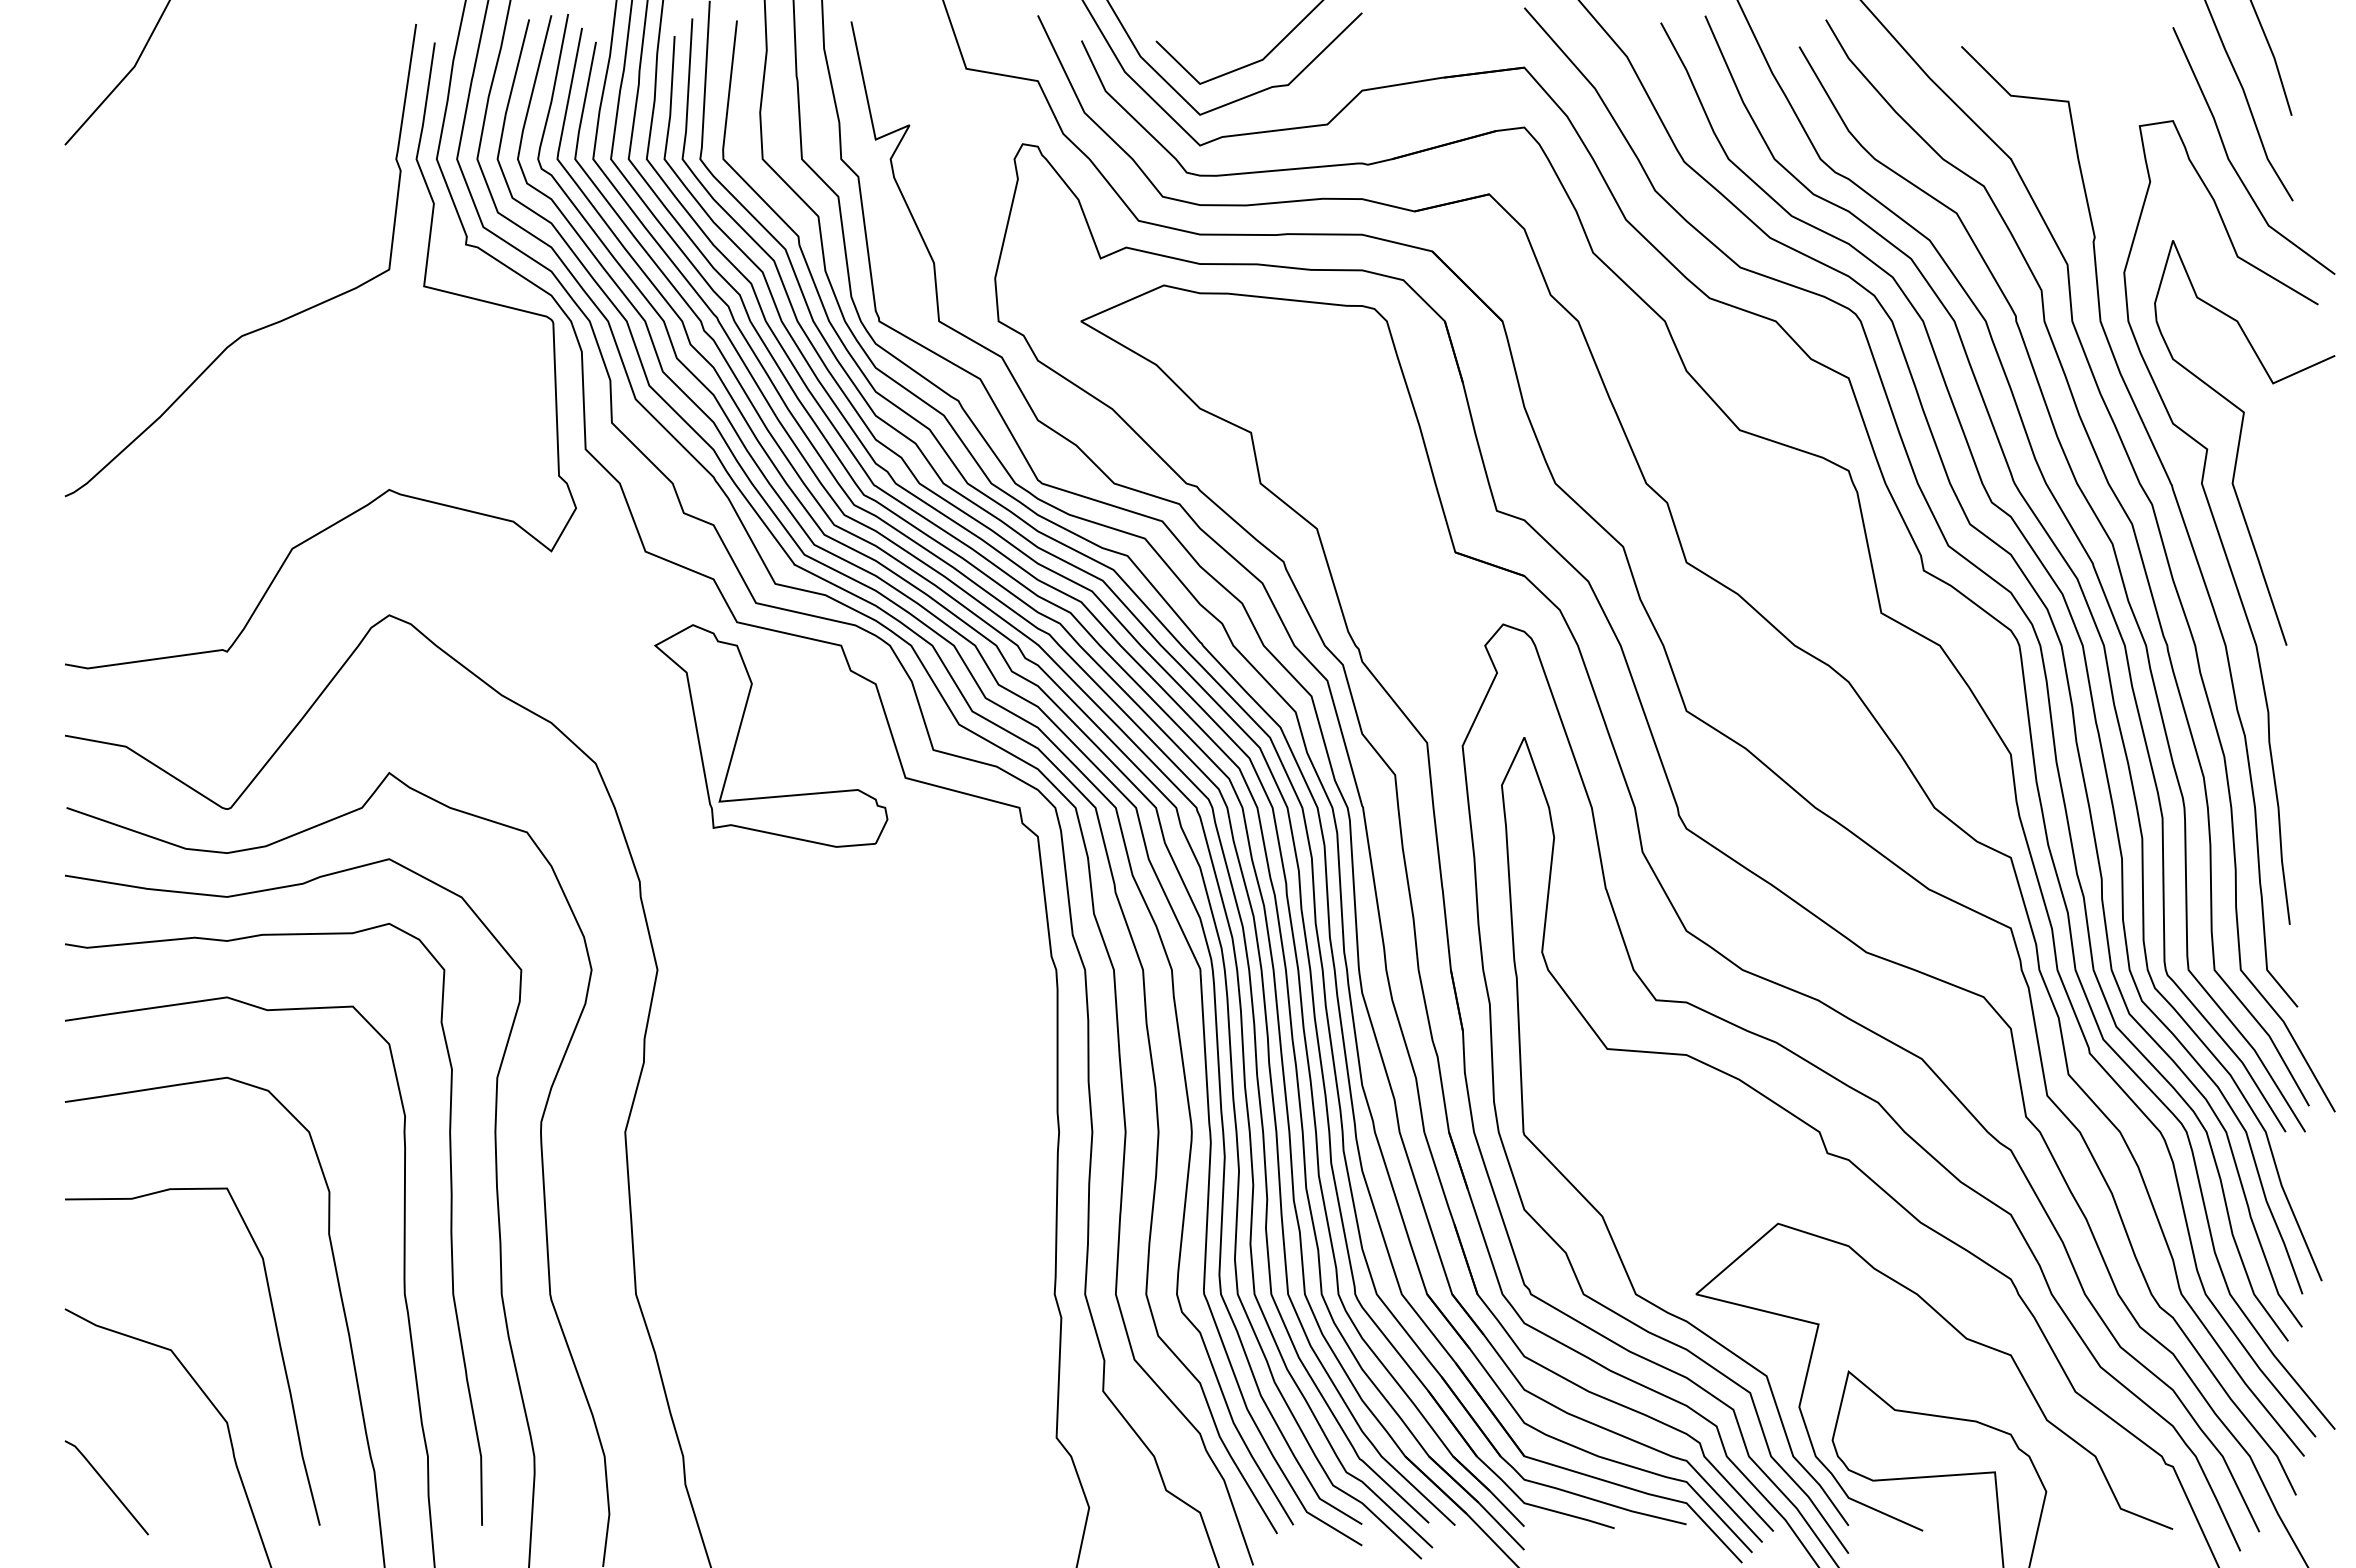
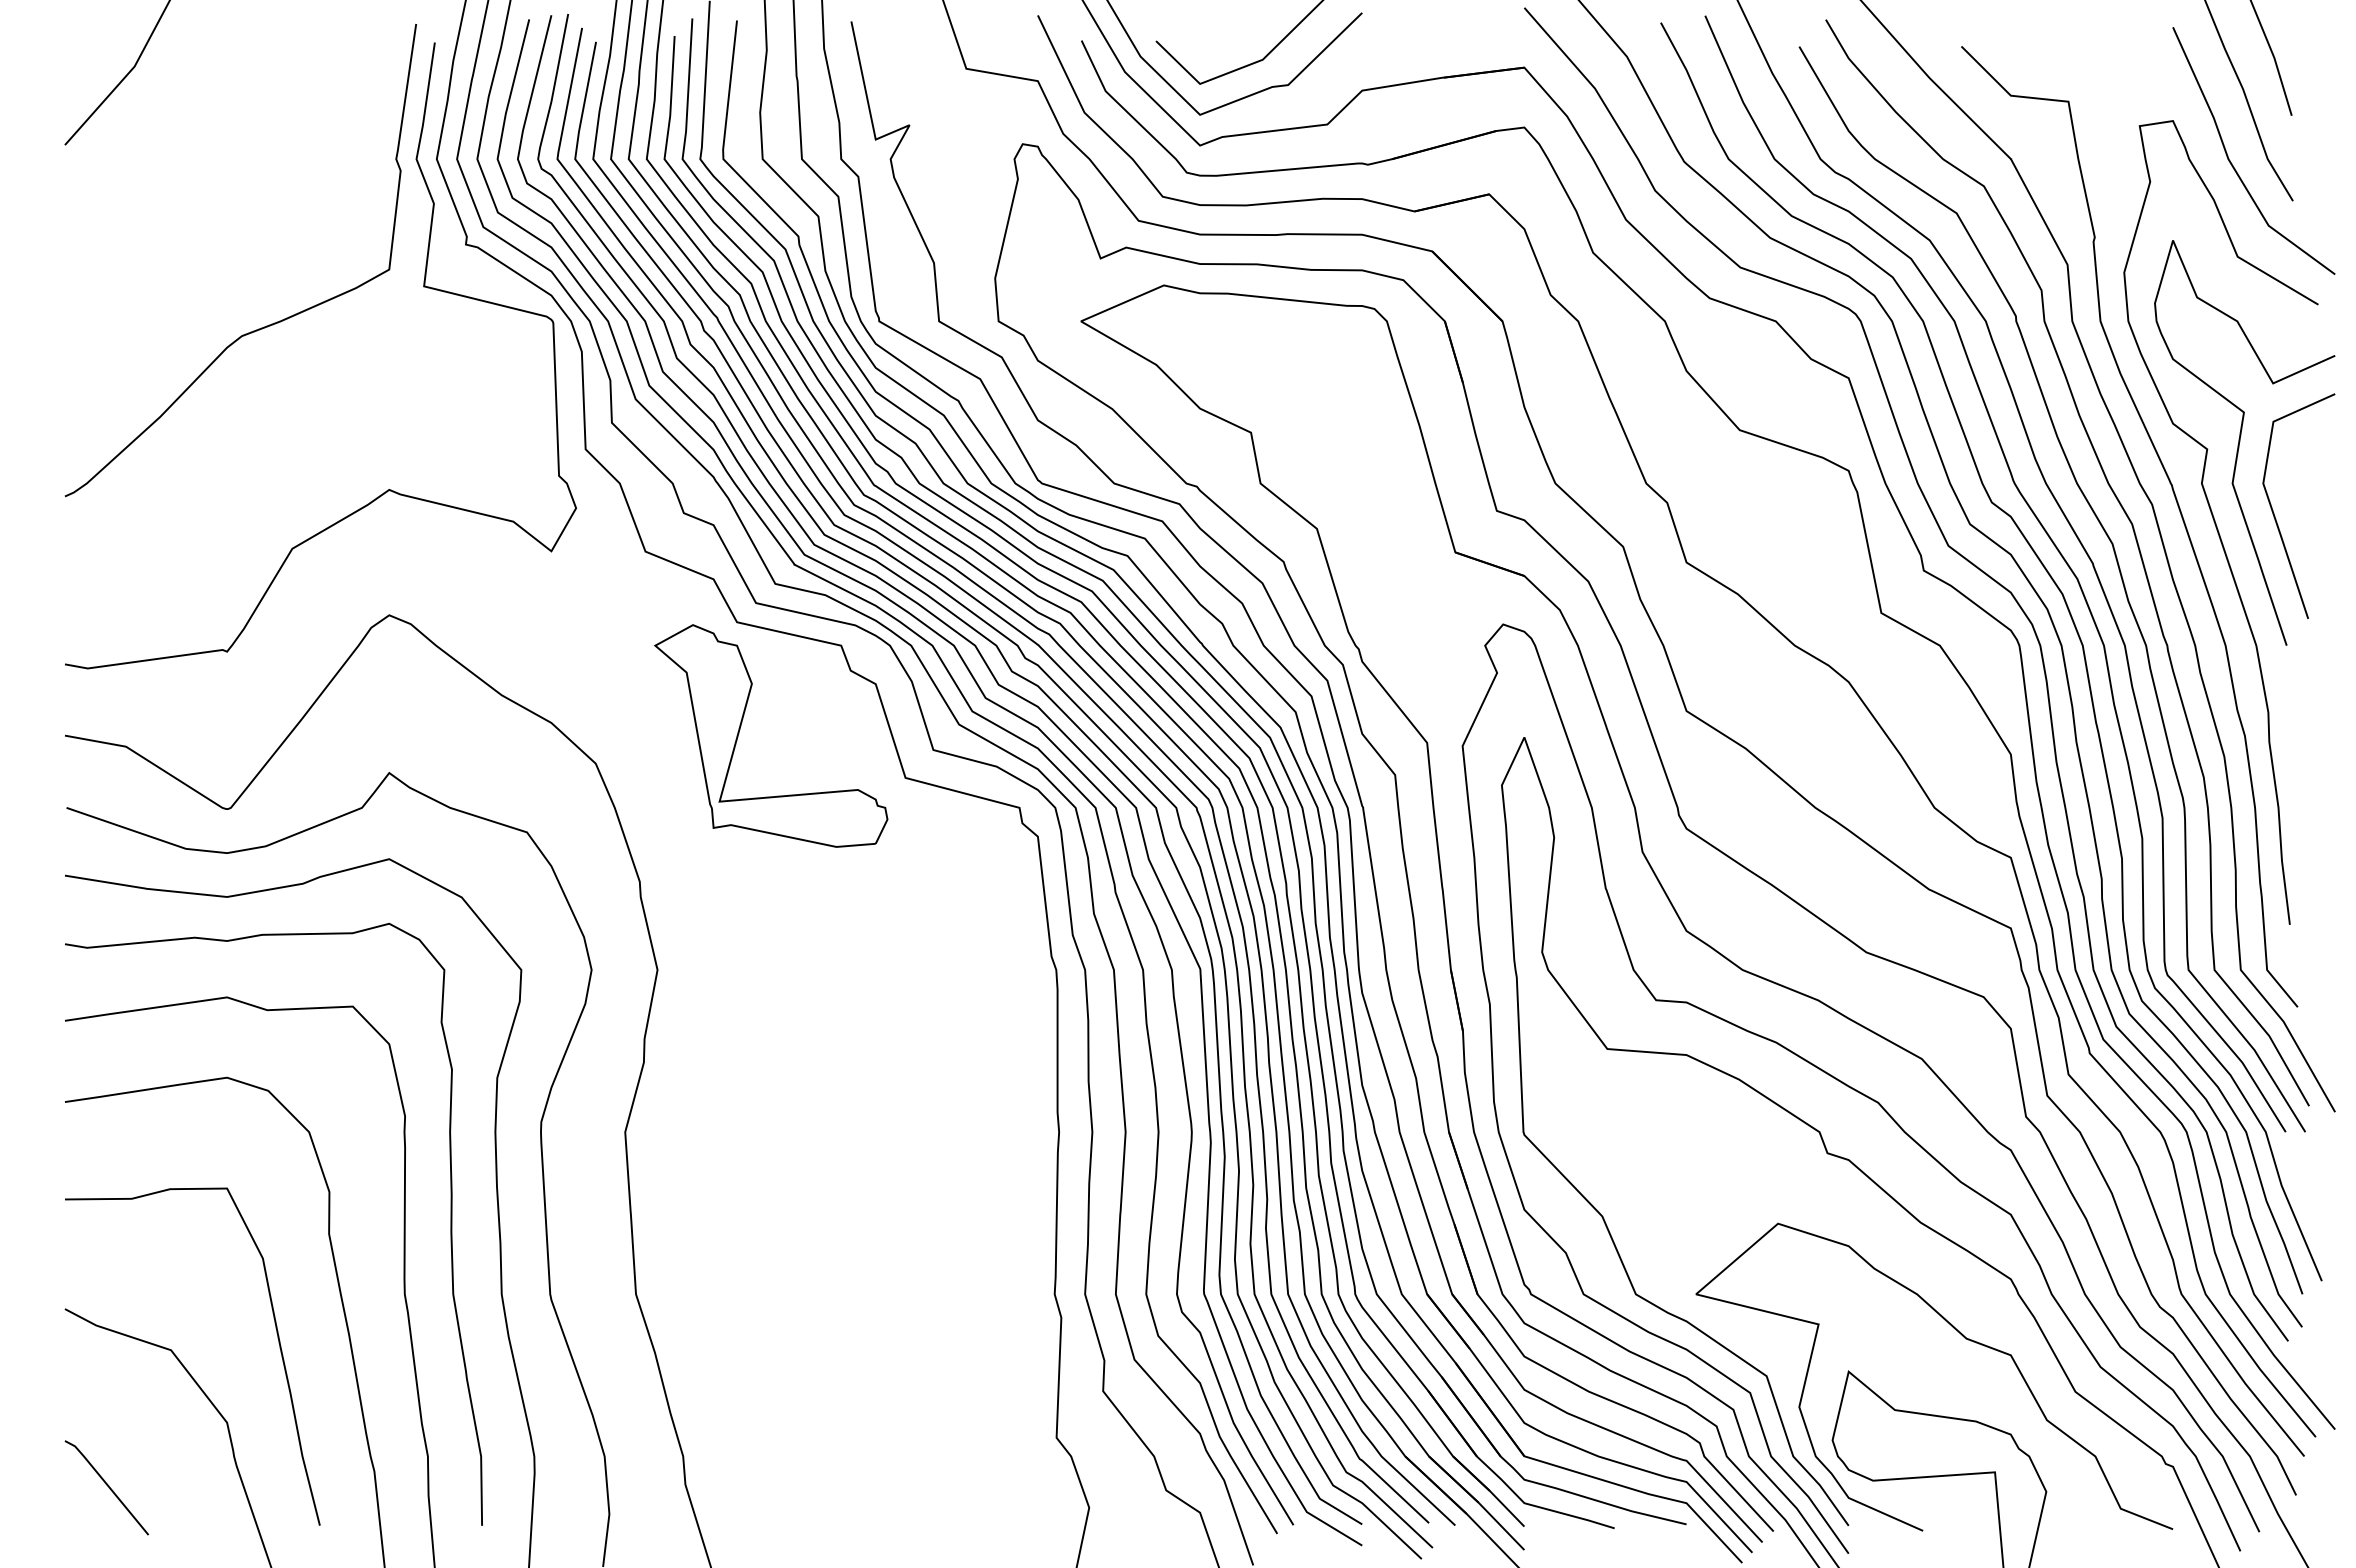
line at (2274, 513): none -> present
